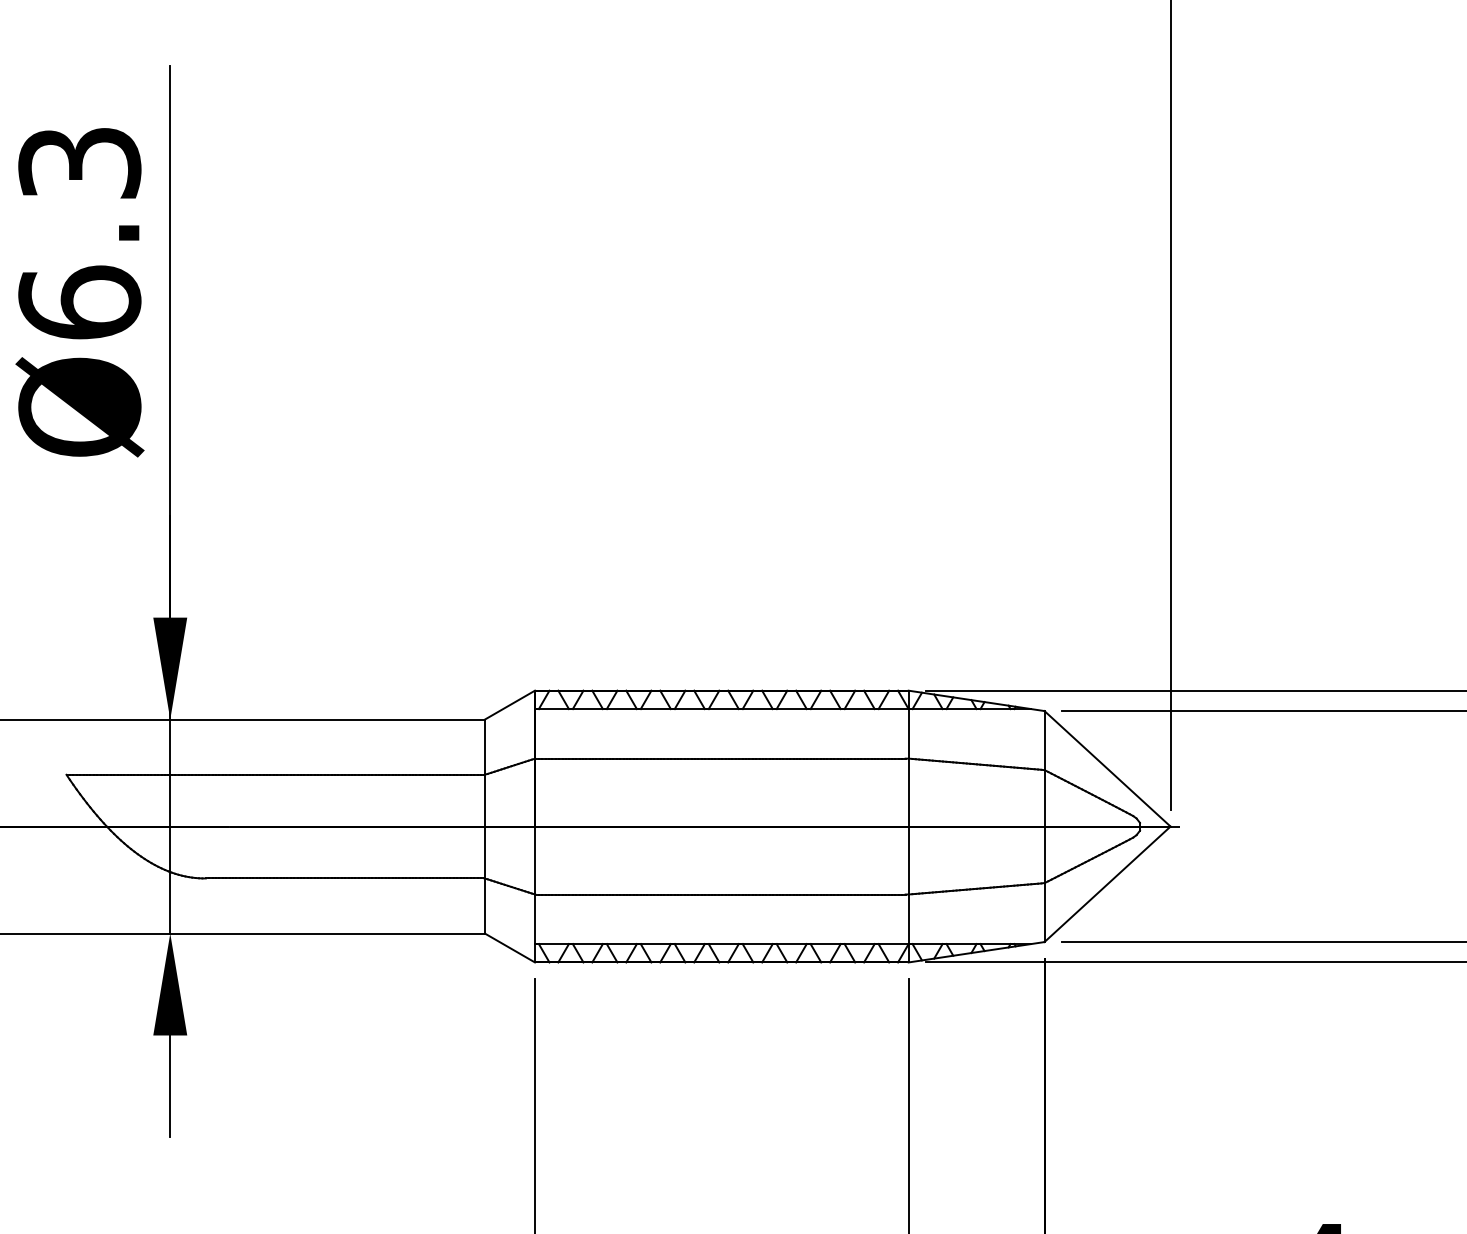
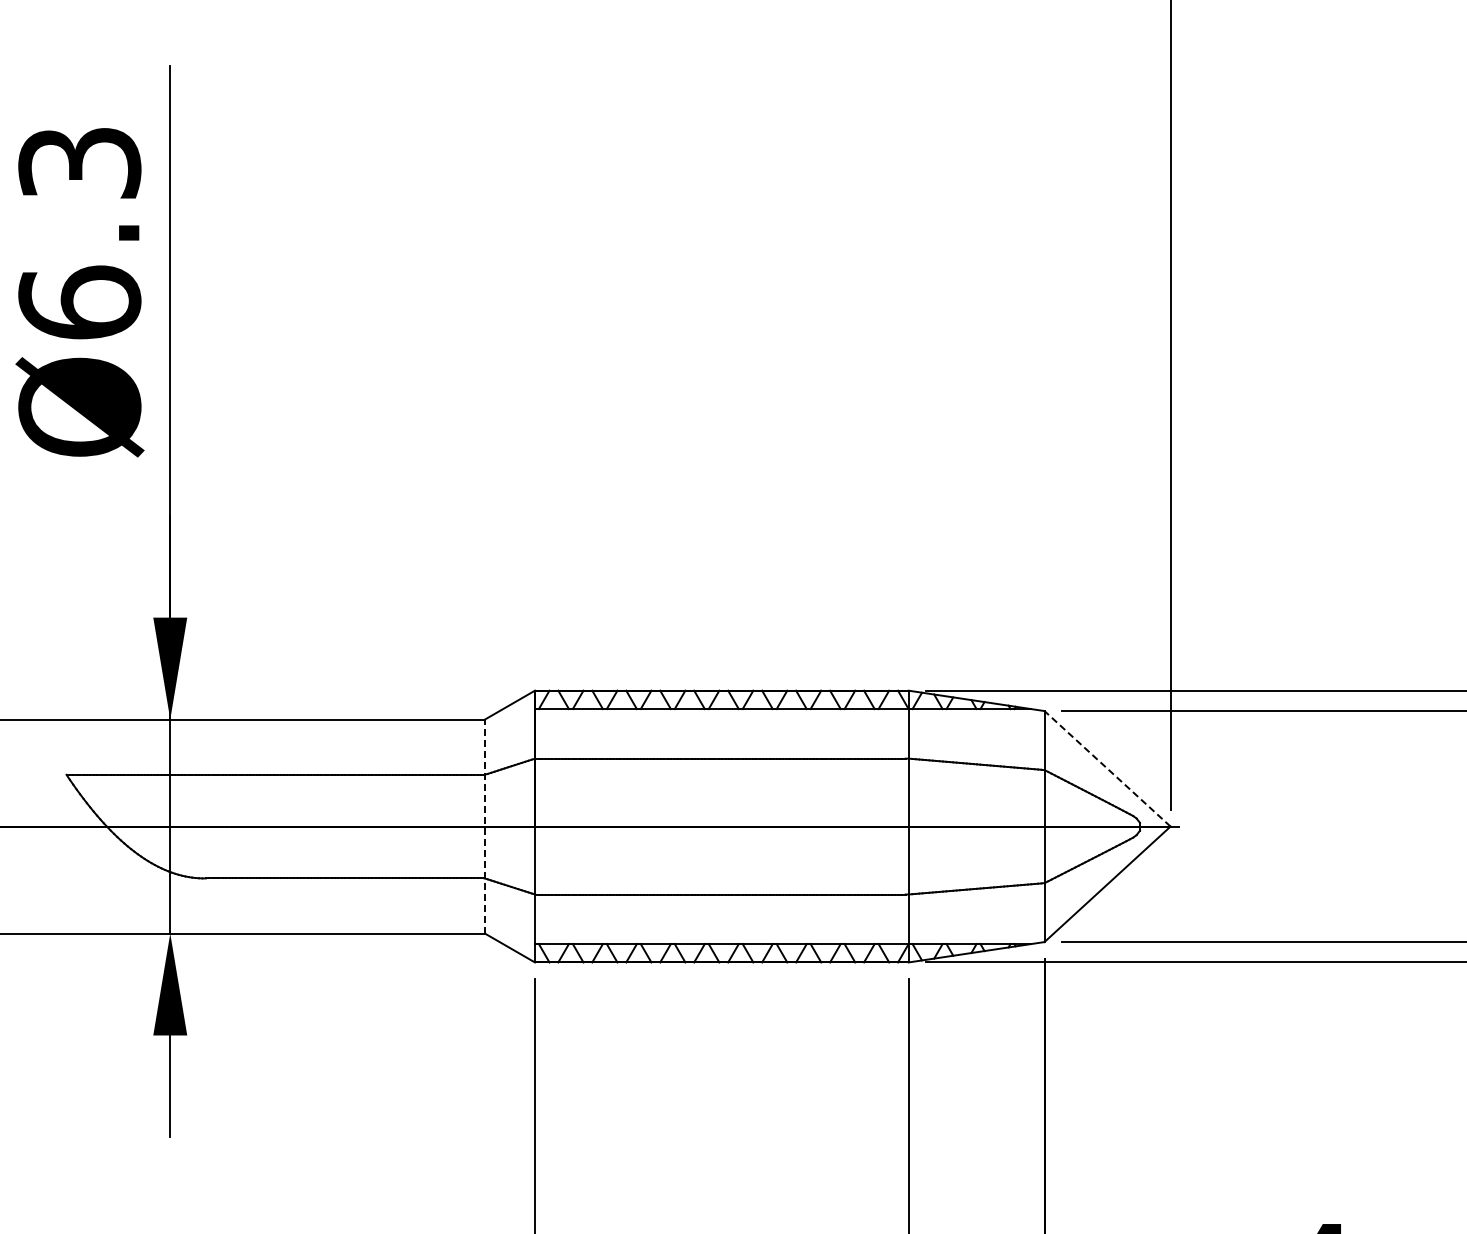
line at (1107, 768): solid -> dashed
line at (484, 826): solid -> dashed
